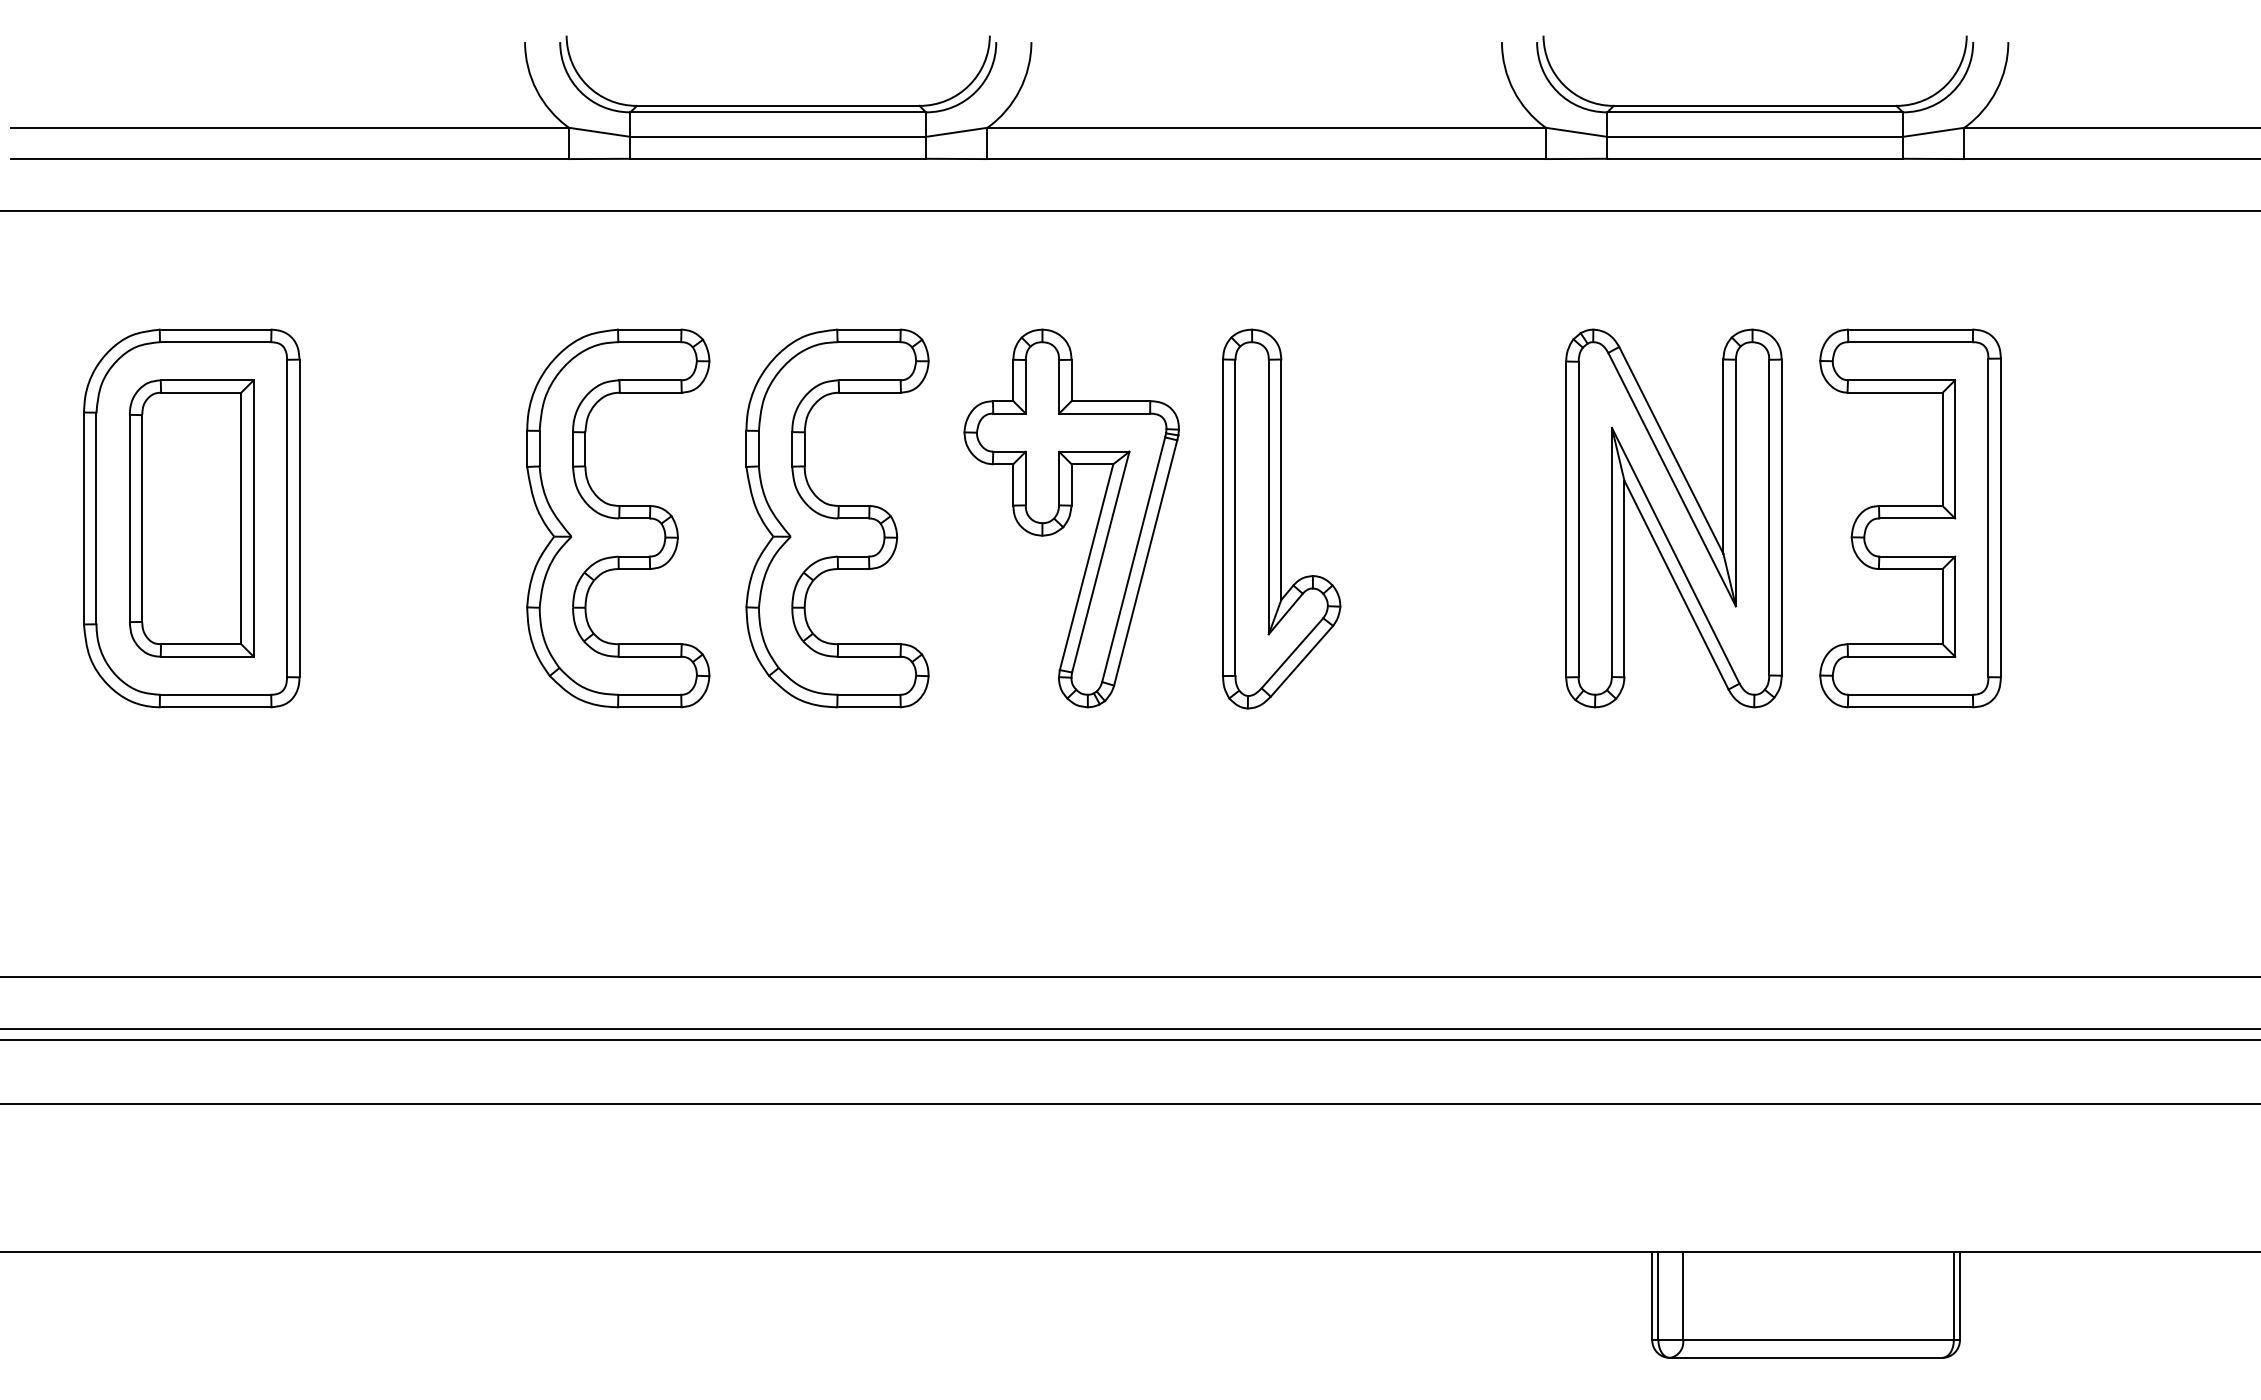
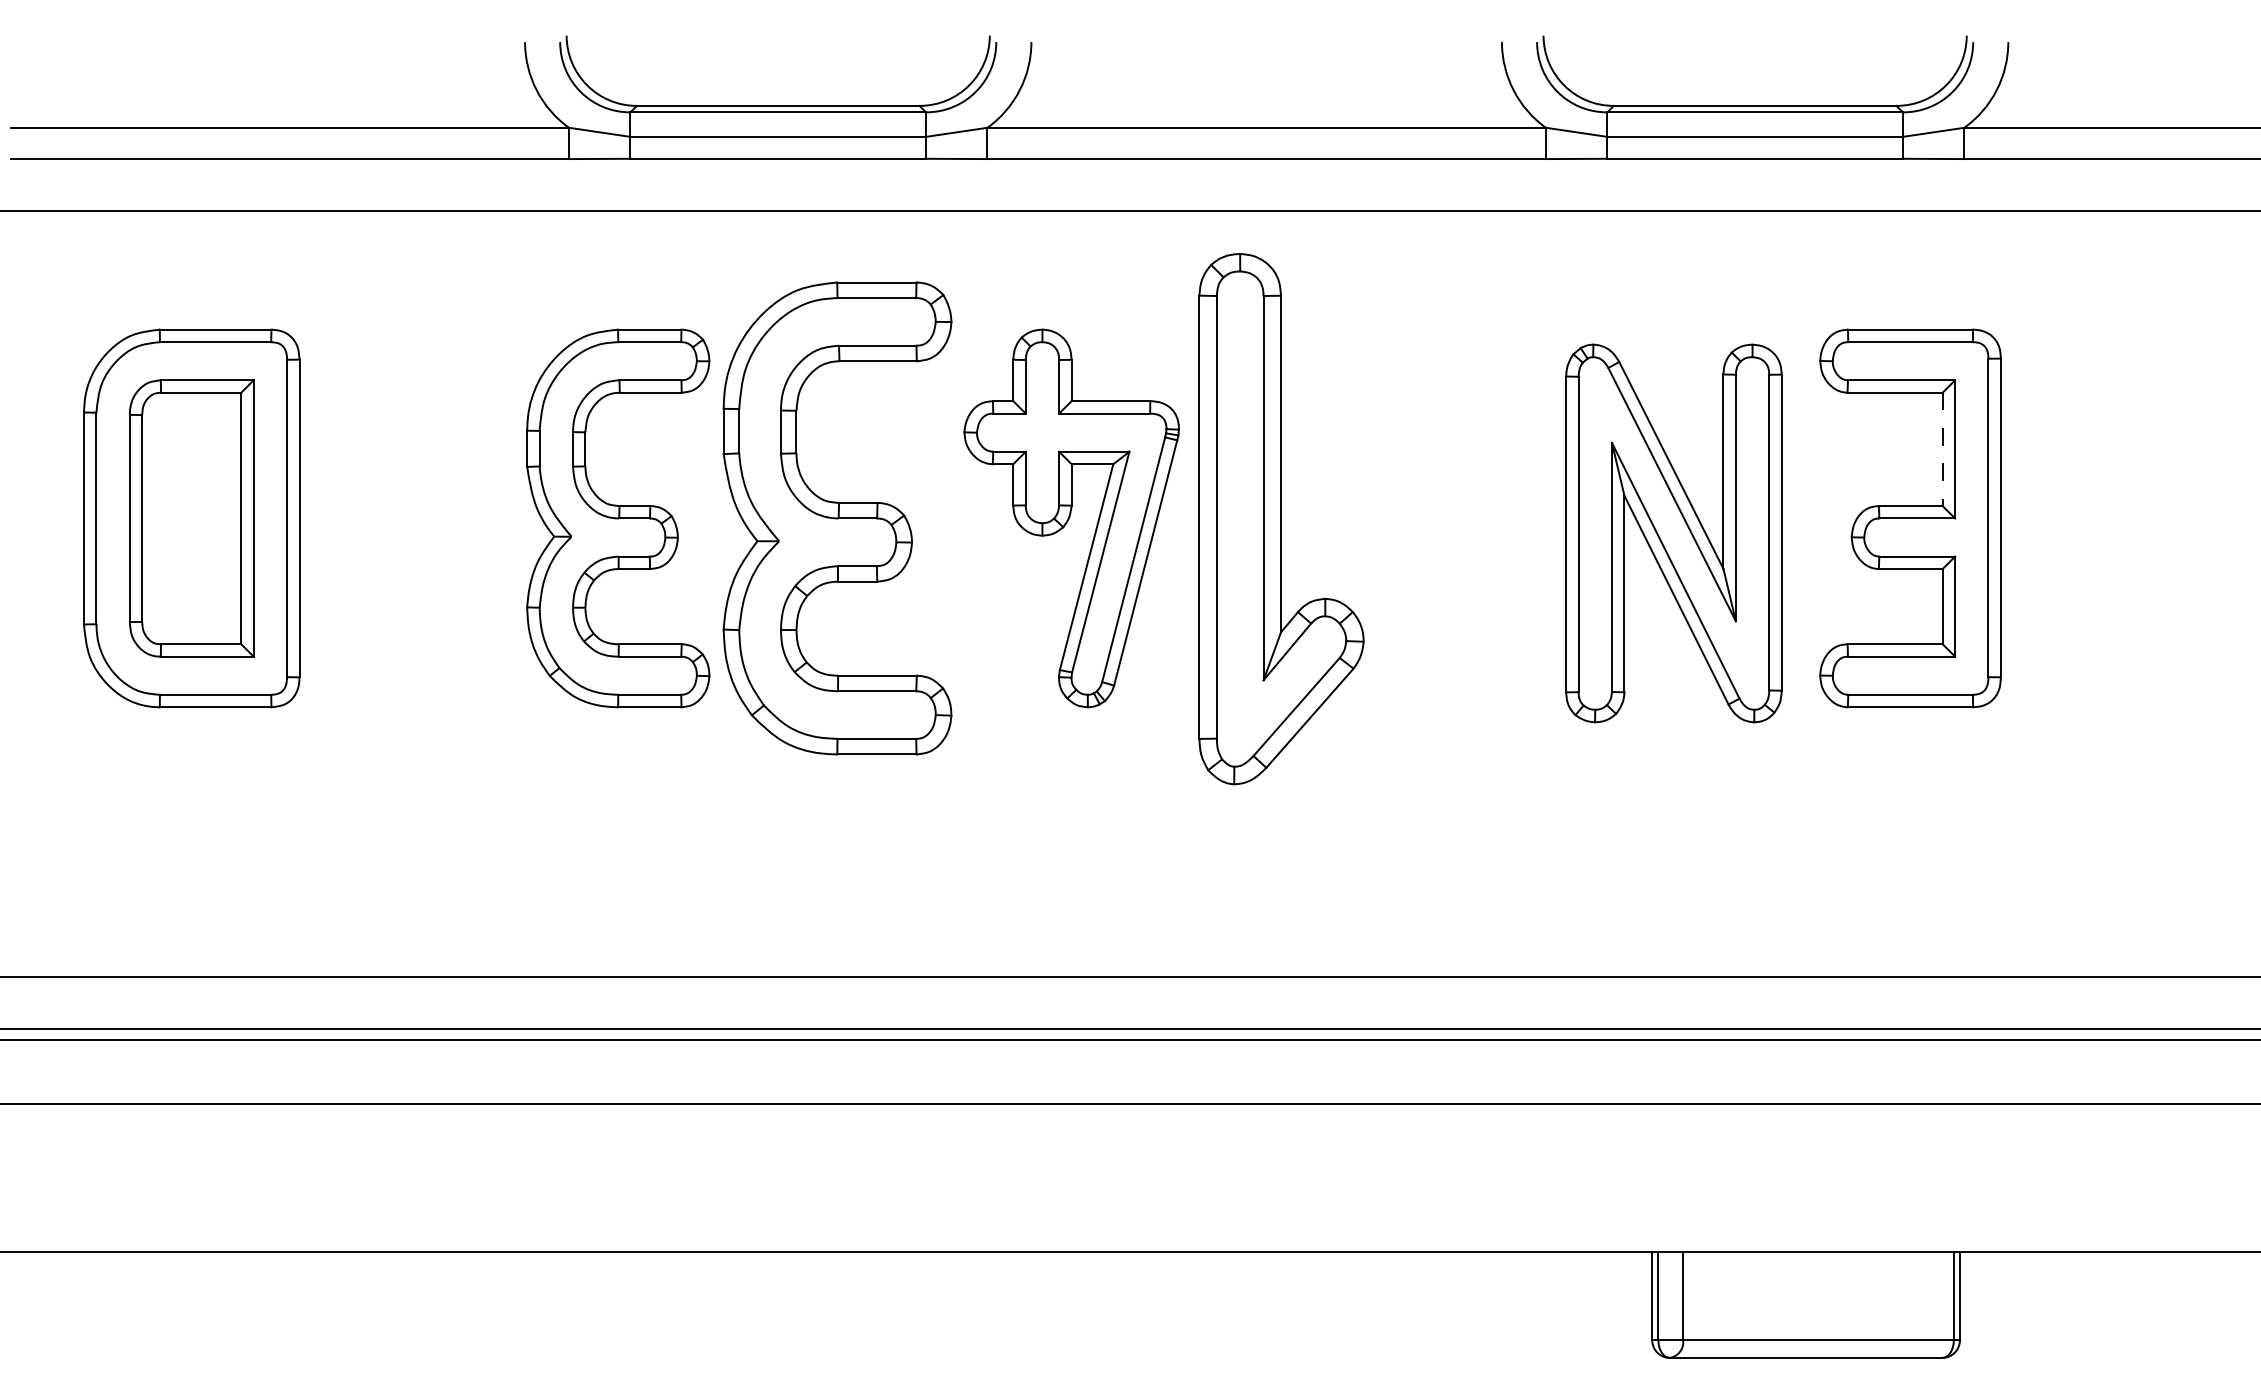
line at (1942, 449): solid -> dashed
part at (837, 518) size: 185x381 px -> 231x475 px
part at (1281, 518) size: 120x382 px -> 167x533 px
part at (1673, 518) position: (1673, 518) -> (1673, 533)
